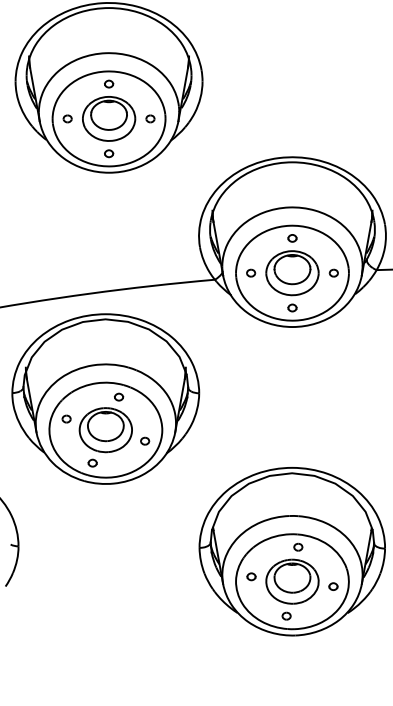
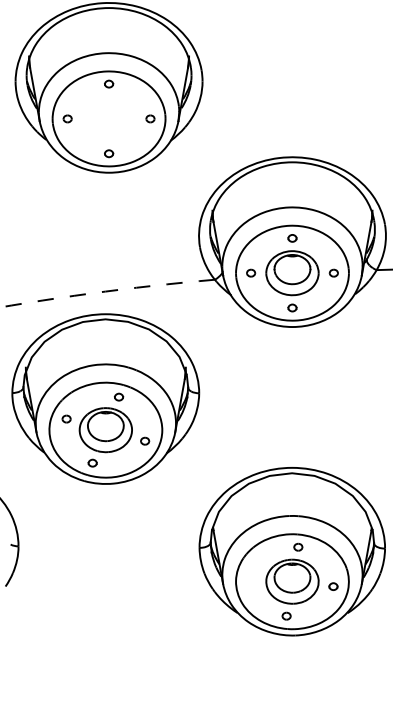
part at (109, 118): present -> none
arc at (106, 291): solid -> dashed
part at (251, 576): present -> none
